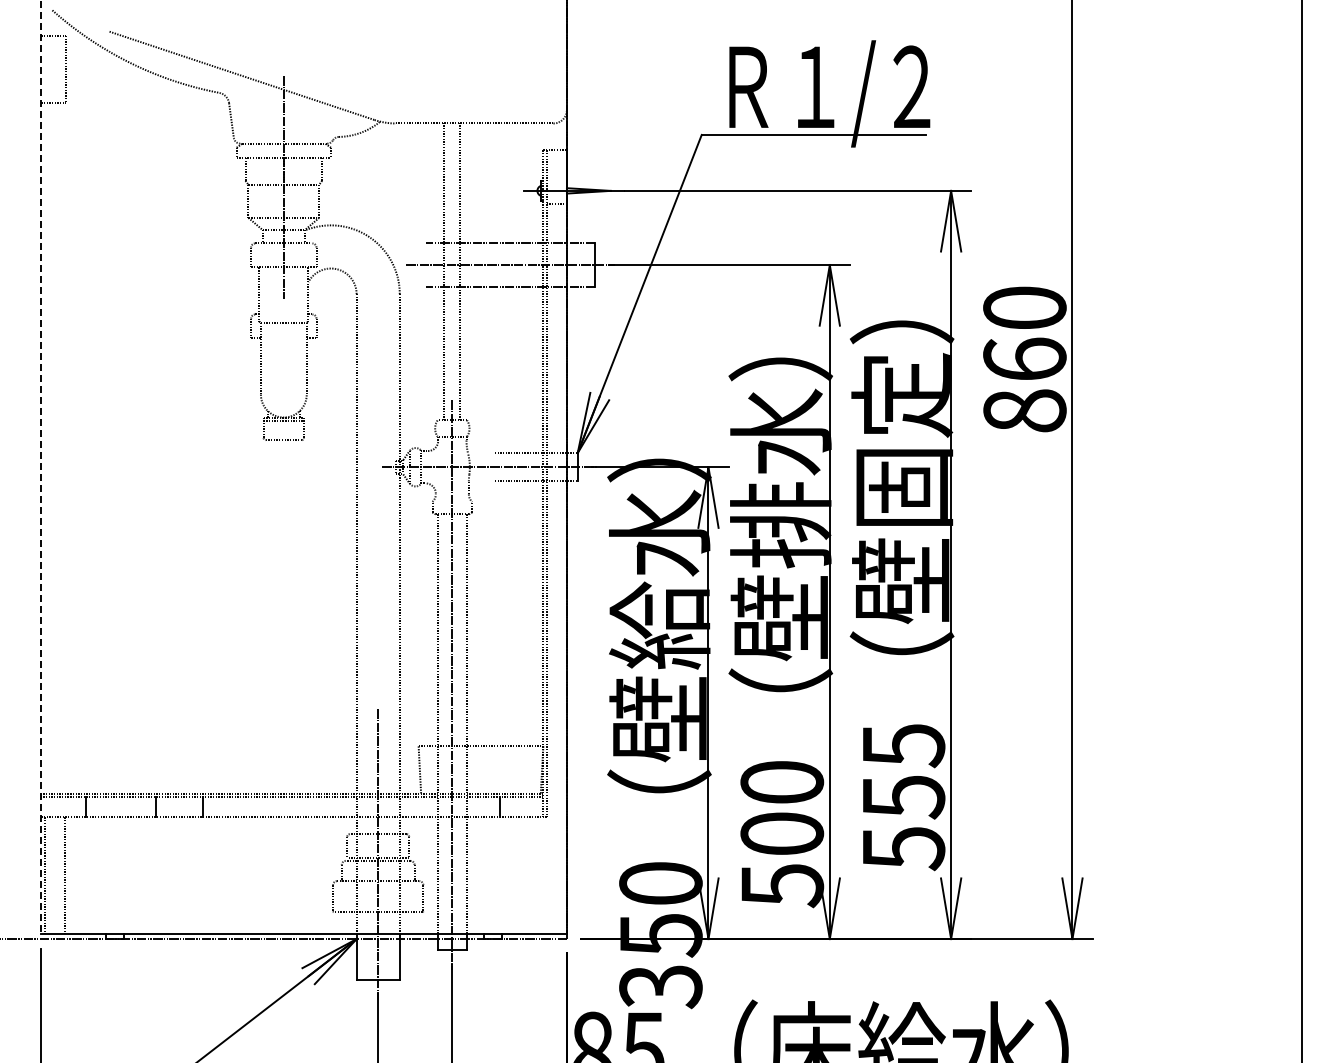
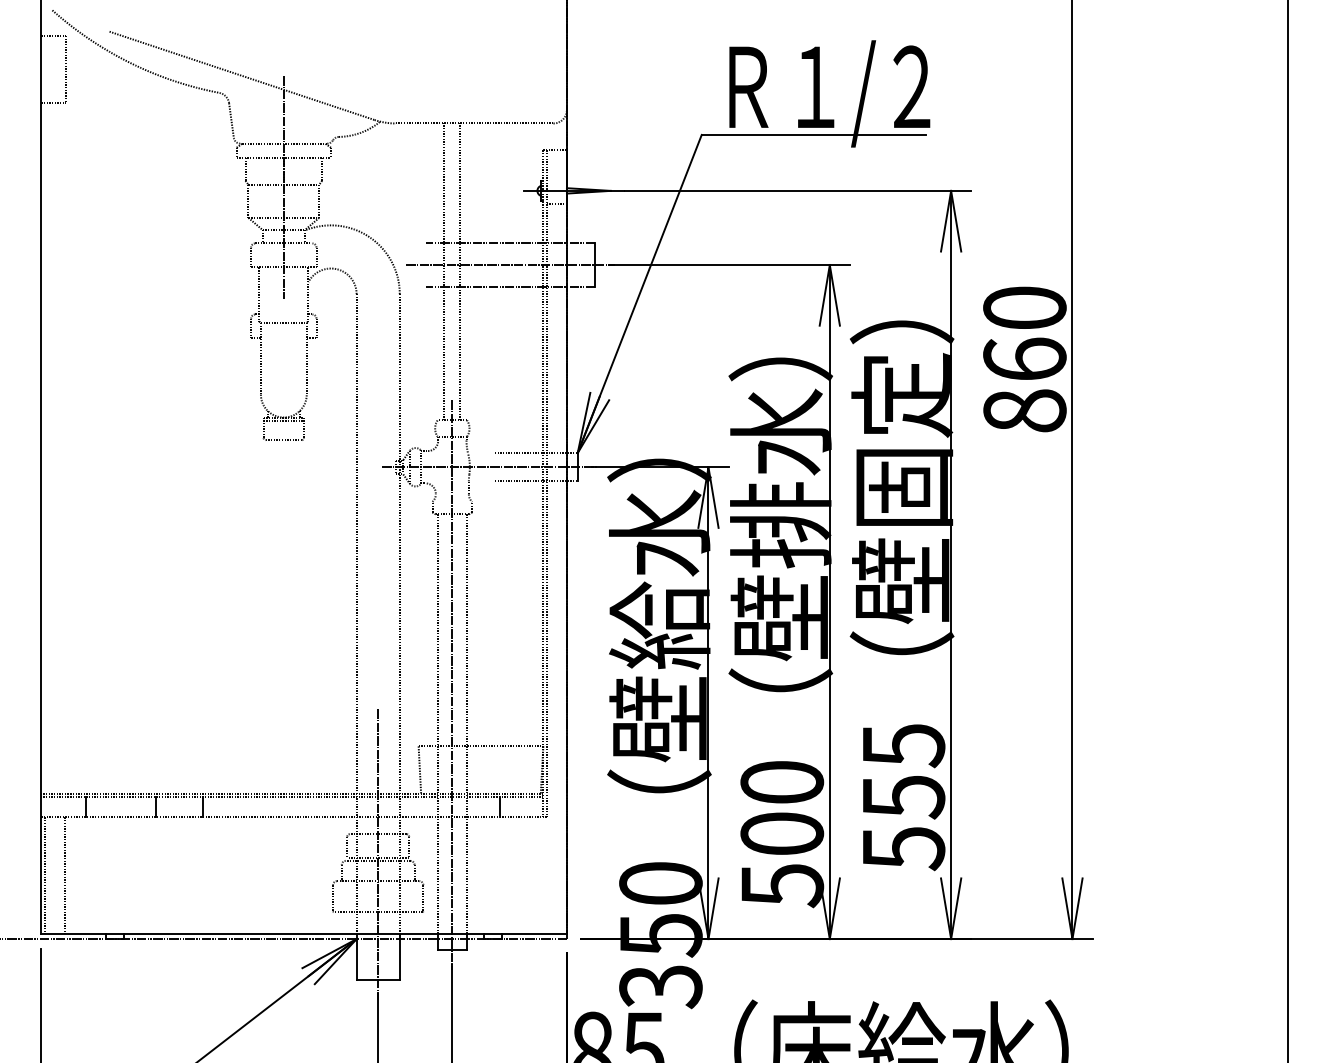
line at (41, 467): dashed -> solid
line at (1302, 530) position: (1302, 530) -> (1288, 530)
